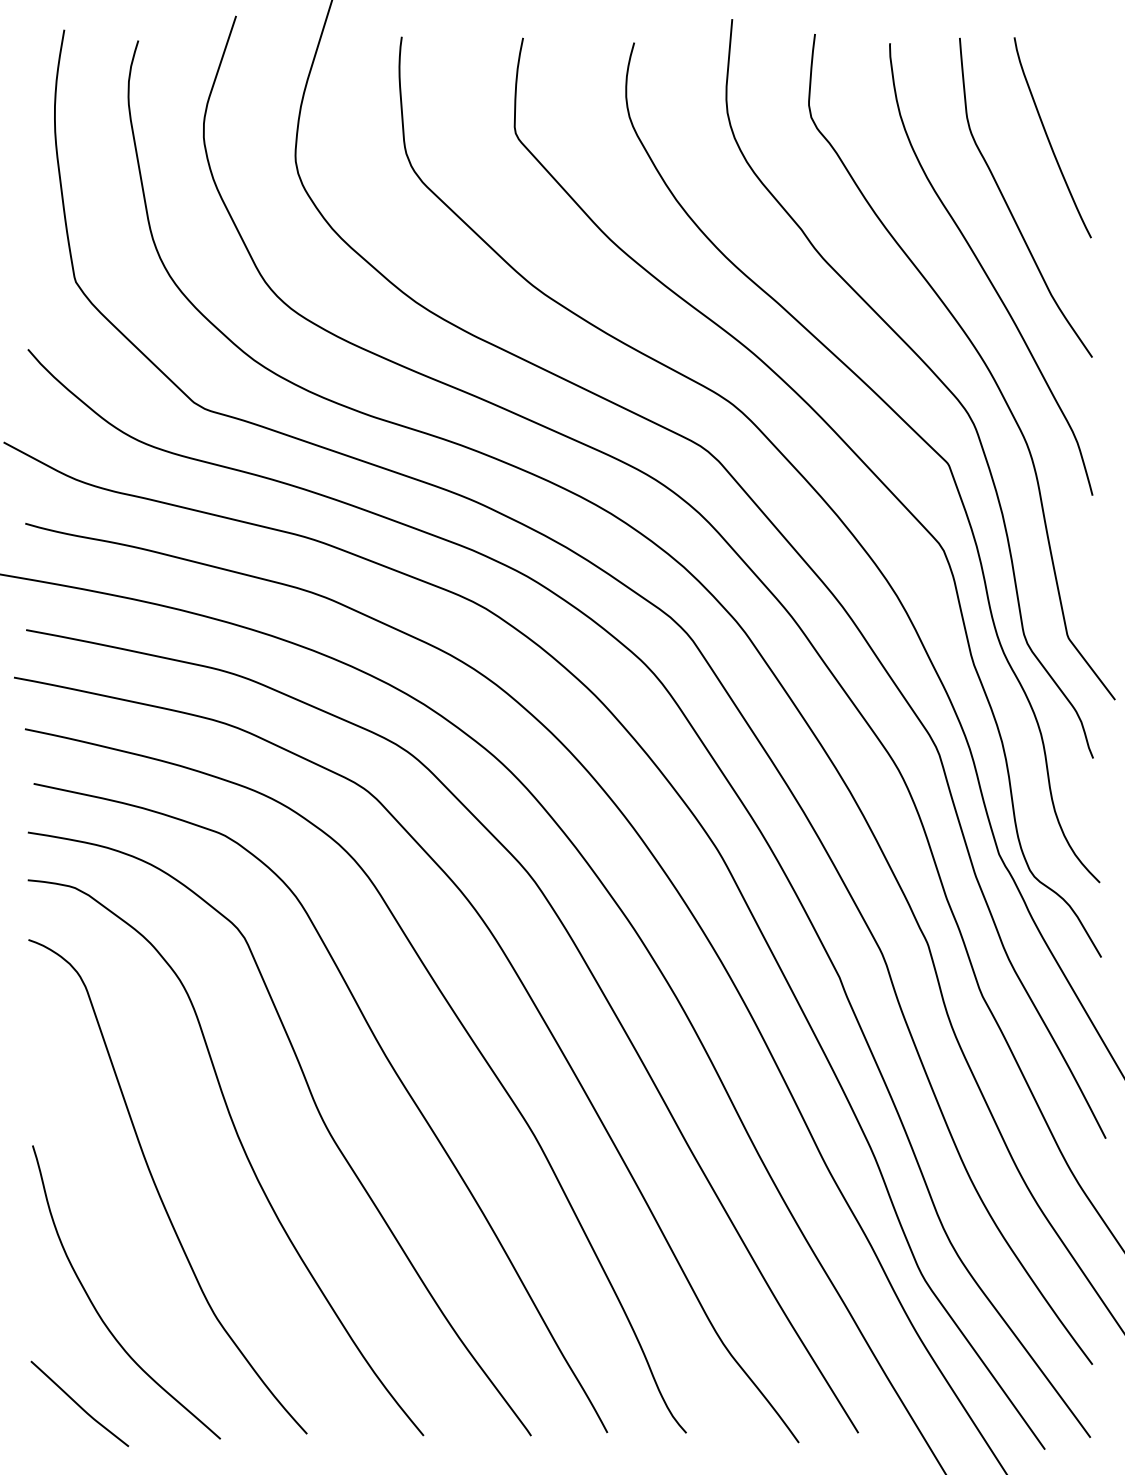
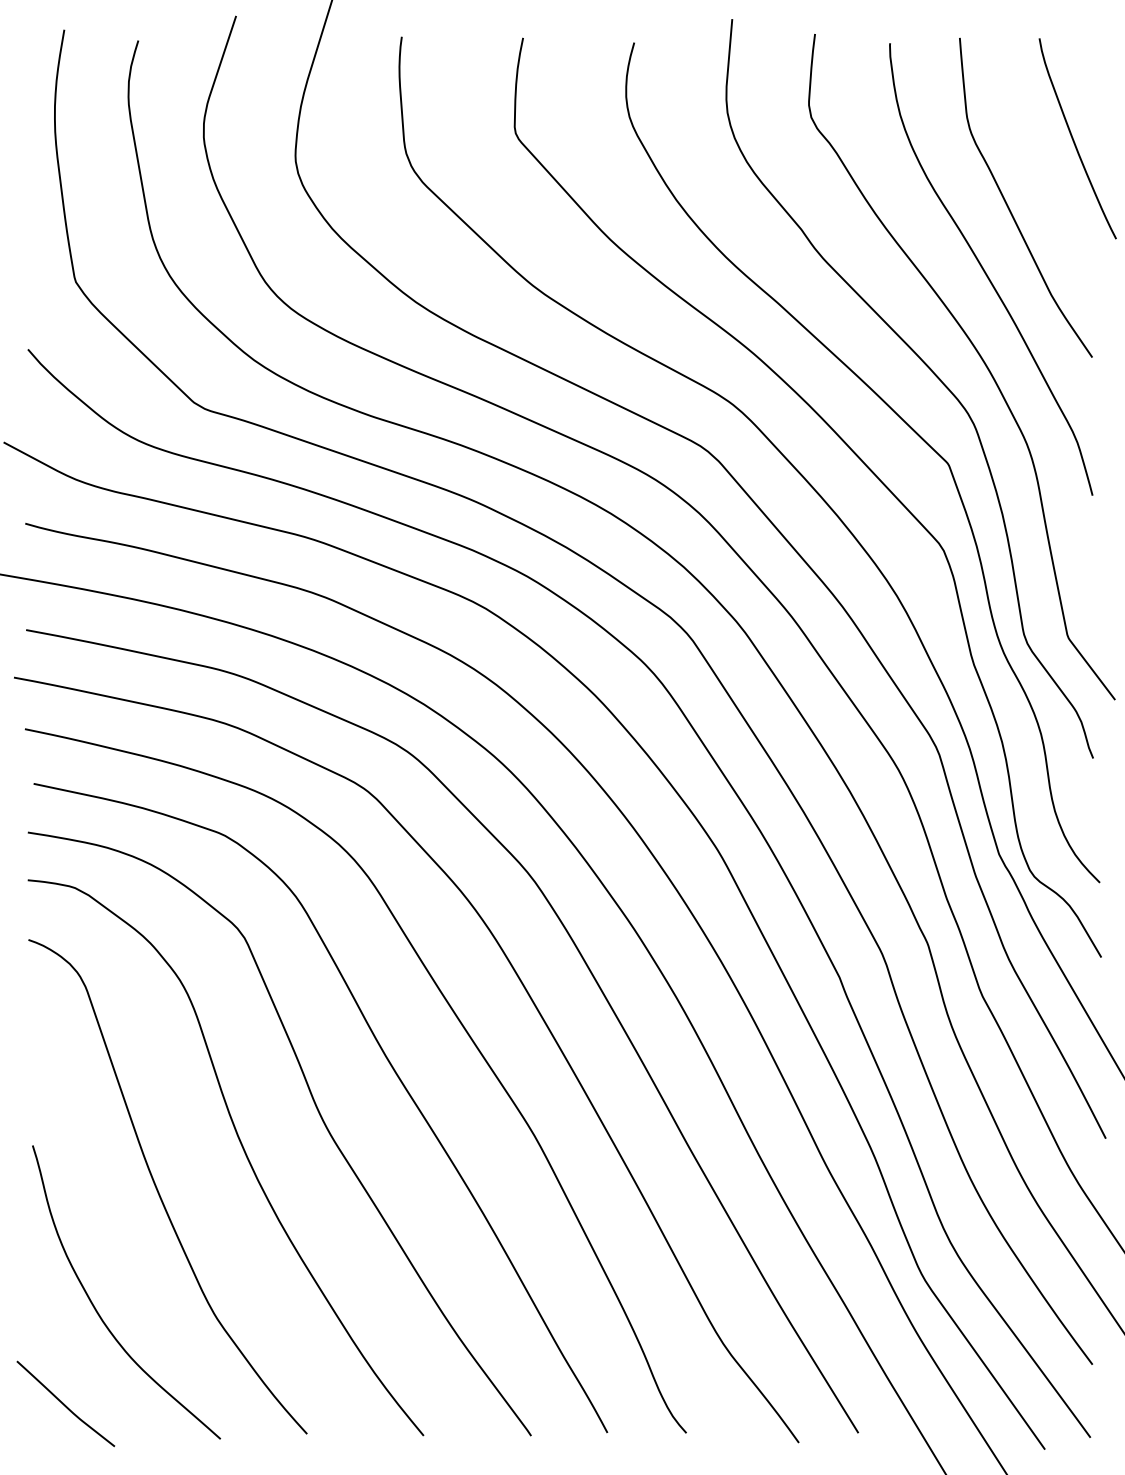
curve at (1049, 139) position: (1049, 139) -> (1074, 140)
curve at (78, 1403) position: (78, 1403) -> (64, 1403)
